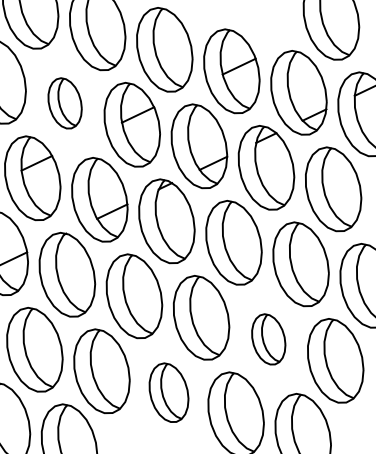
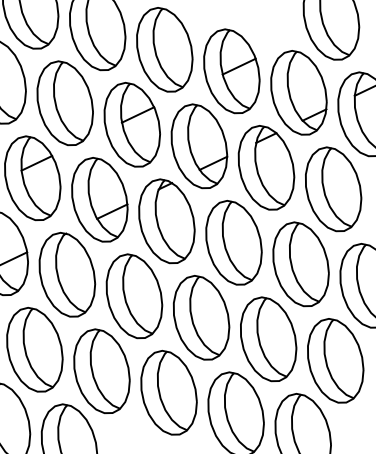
part at (64, 103) size: 36x53 px -> 58x87 px
part at (268, 339) size: 36x53 px -> 58x87 px
part at (168, 392) size: 42x61 px -> 58x87 px
